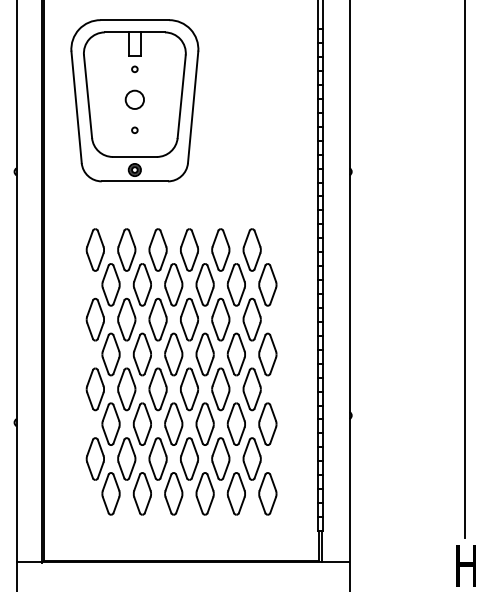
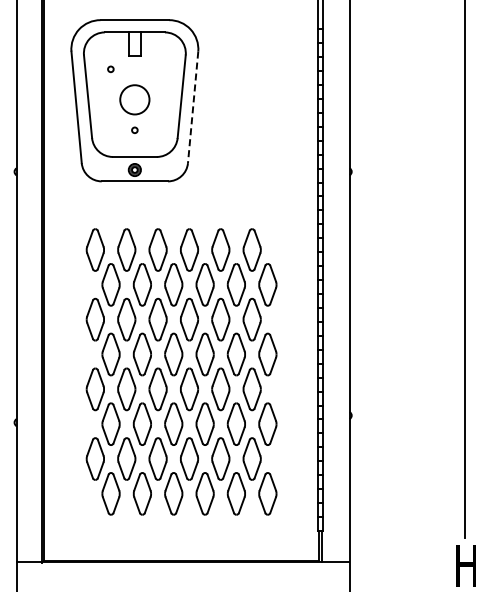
circle at (134, 69) position: (134, 69) -> (110, 69)
circle at (134, 99) diameter: 18 px -> 29 px
line at (193, 107): solid -> dashed
